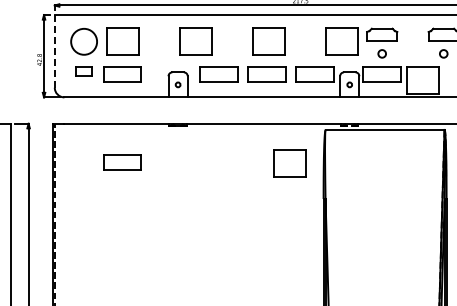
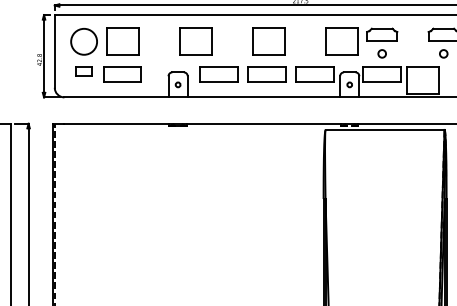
line at (54, 51): dashed -> solid
part at (122, 162): present -> none
part at (289, 163): present -> none
